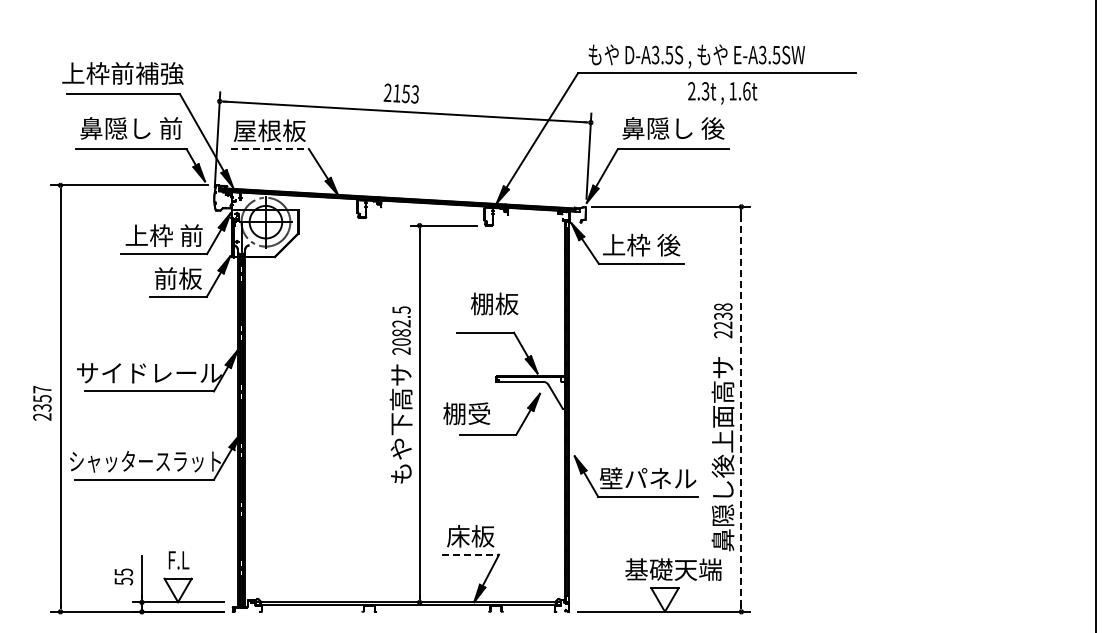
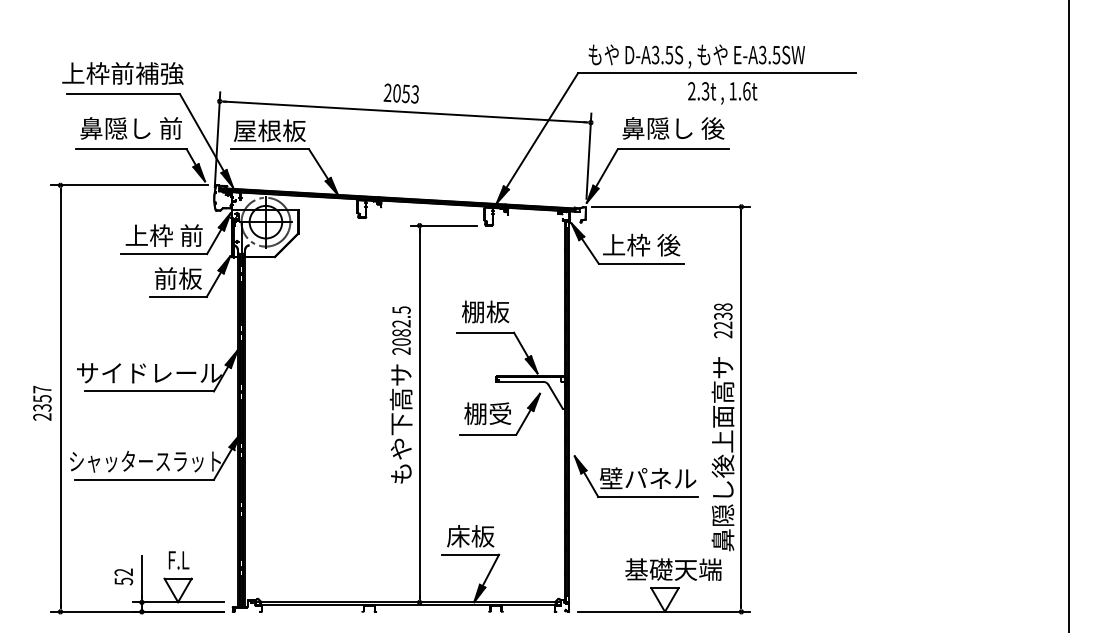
text at (396, 93): 2153 -> 2053
line at (270, 149): dashed -> solid
text at (494, 303) position: (494, 303) -> (485, 311)
line at (1095, 315) position: (1095, 315) -> (1068, 315)
line at (741, 409): dashed -> solid
text at (466, 413) position: (466, 413) -> (487, 413)
line at (471, 554): dashed -> solid
text at (123, 572): 55 -> 52
